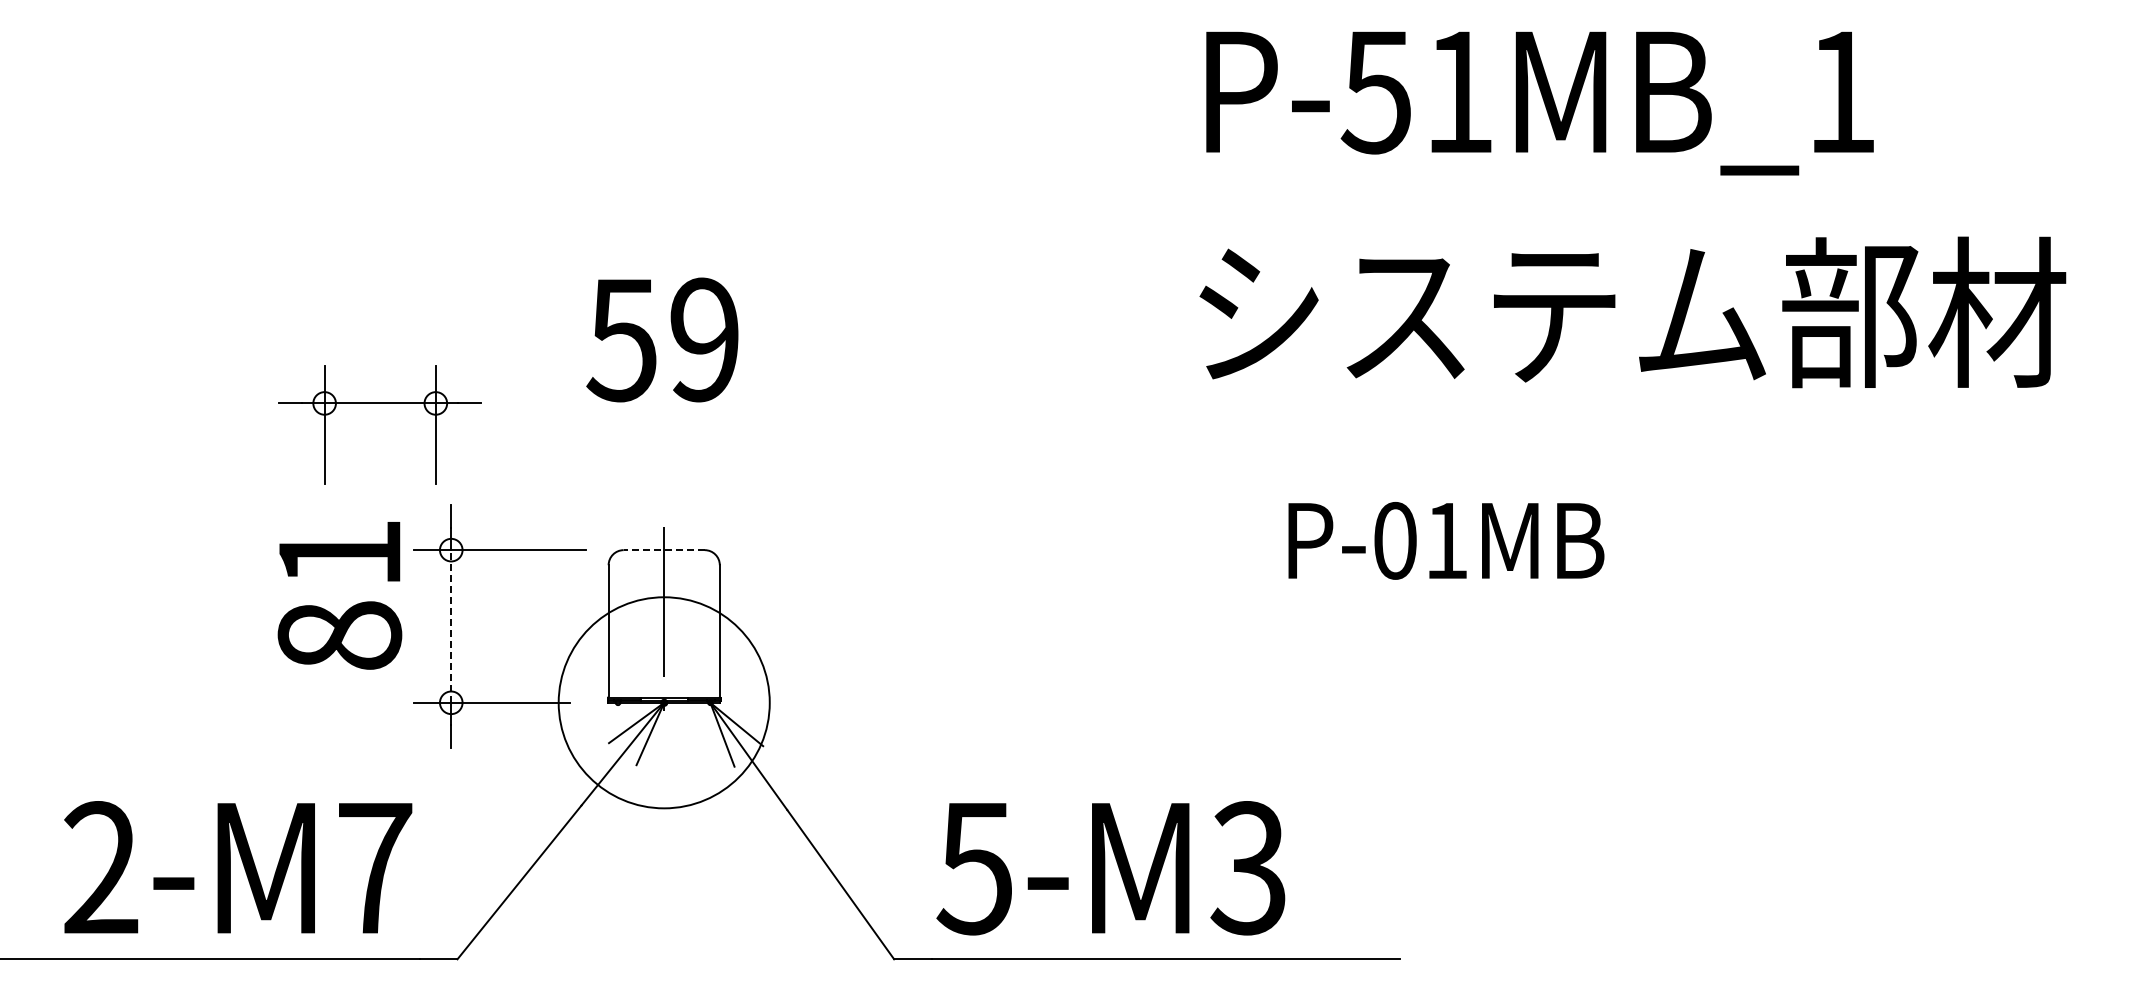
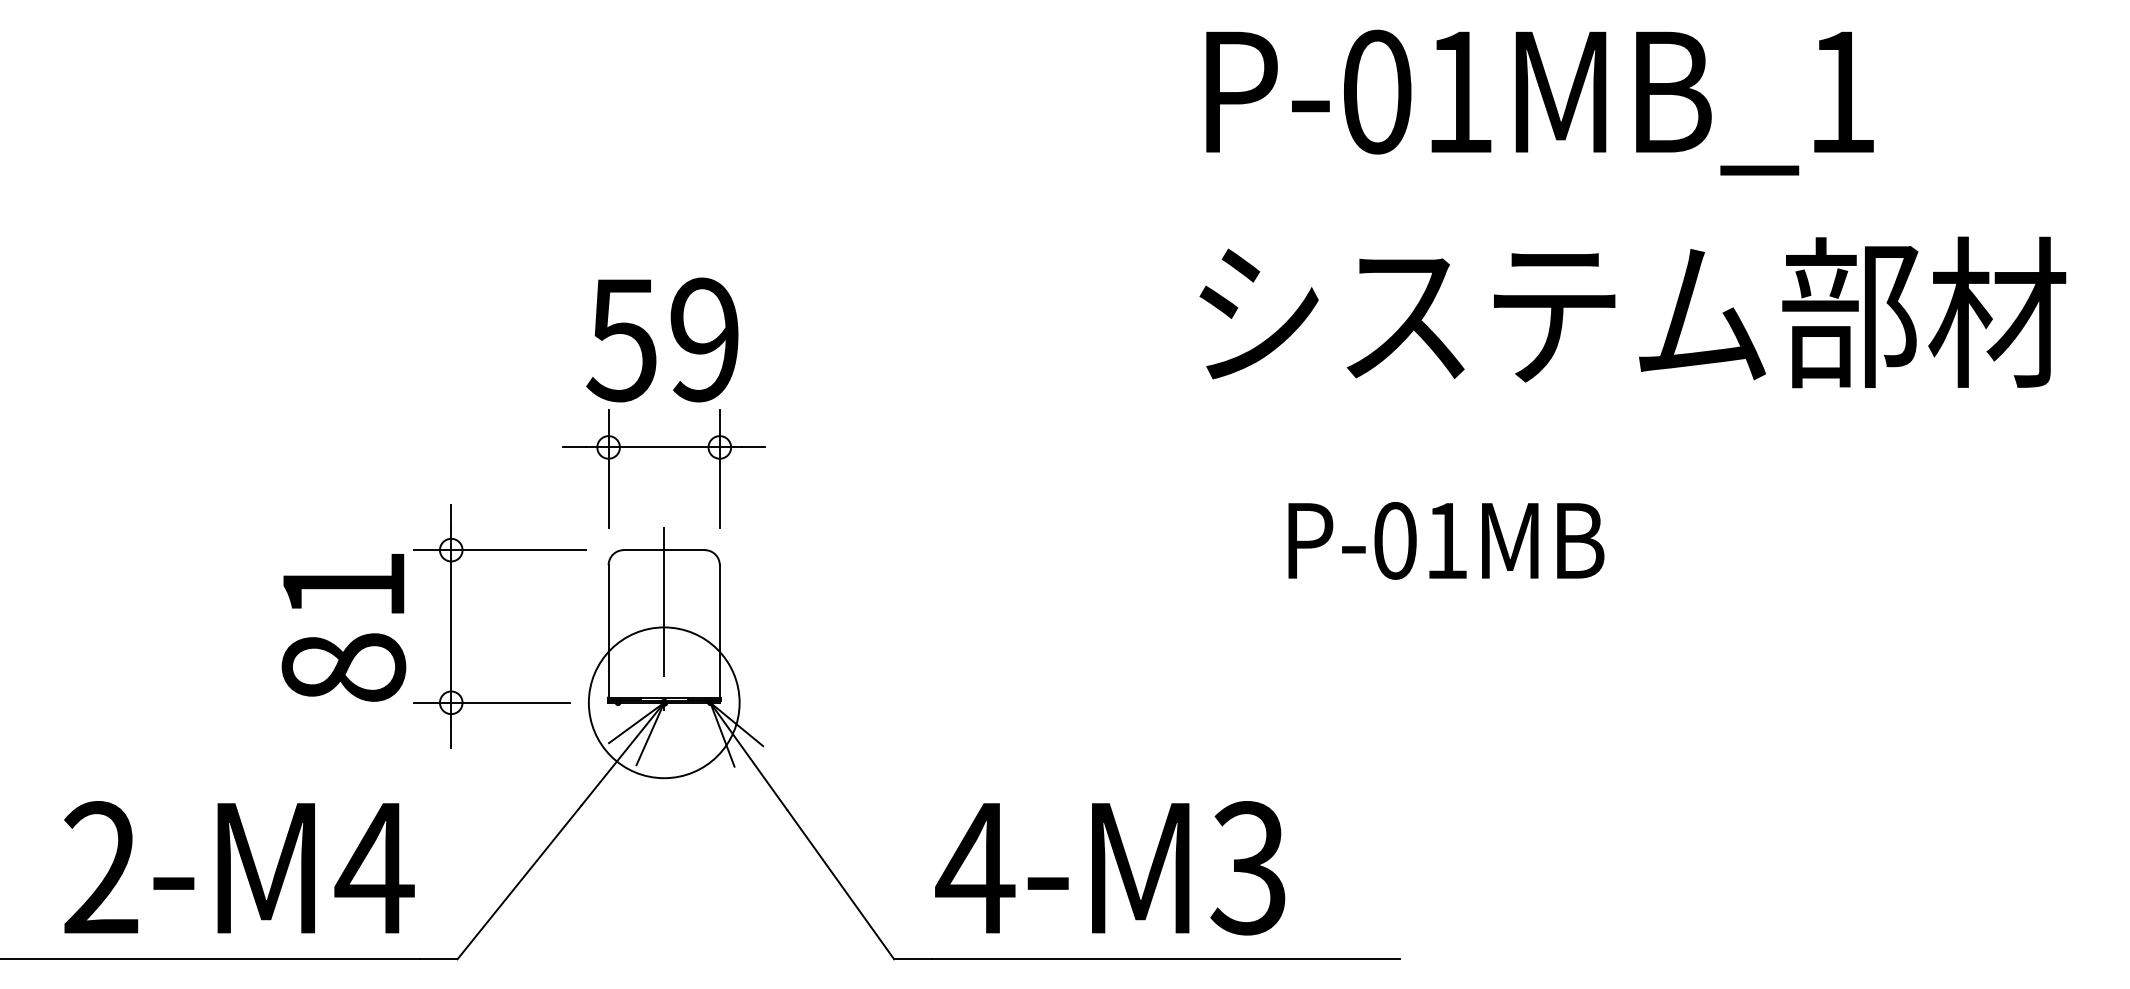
text at (1375, 91): P-51MB_1 -> P-01MB_1
part at (379, 403) position: (379, 403) -> (663, 447)
line at (664, 550): dashed -> solid
text at (339, 595) position: (339, 595) -> (343, 627)
line at (451, 625): dashed -> solid
circle at (663, 702) diameter: 211 px -> 151 px
text at (374, 868): 2-M7 -> 2-M4
text at (975, 869): 5-M3 -> 4-M3
